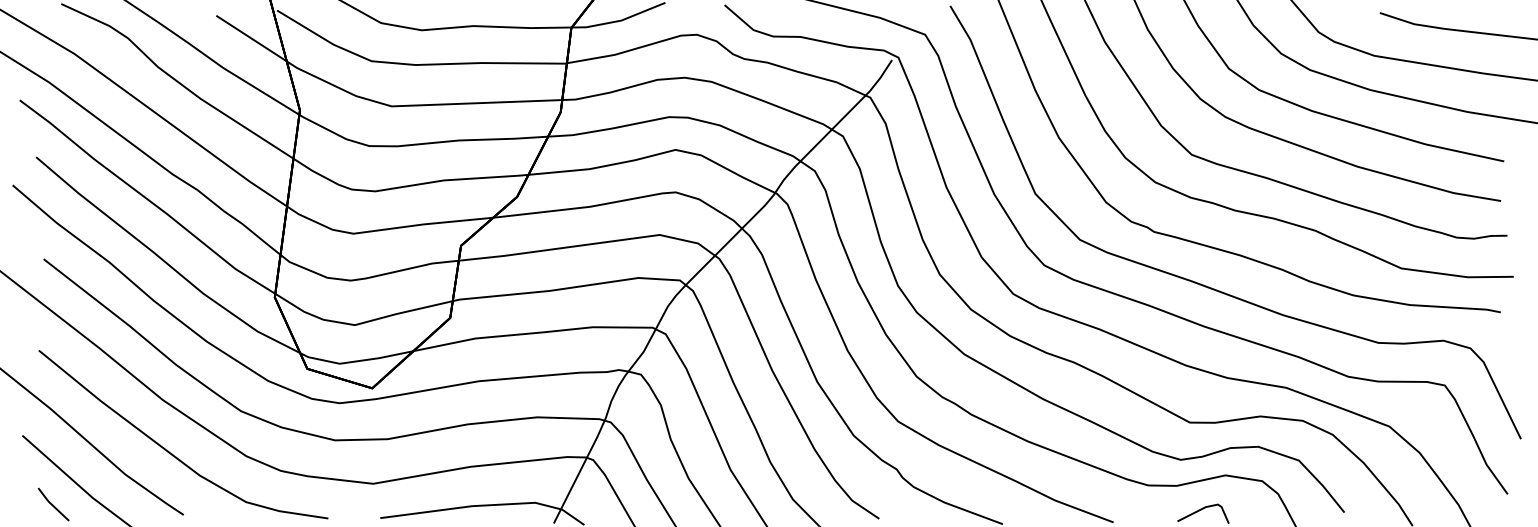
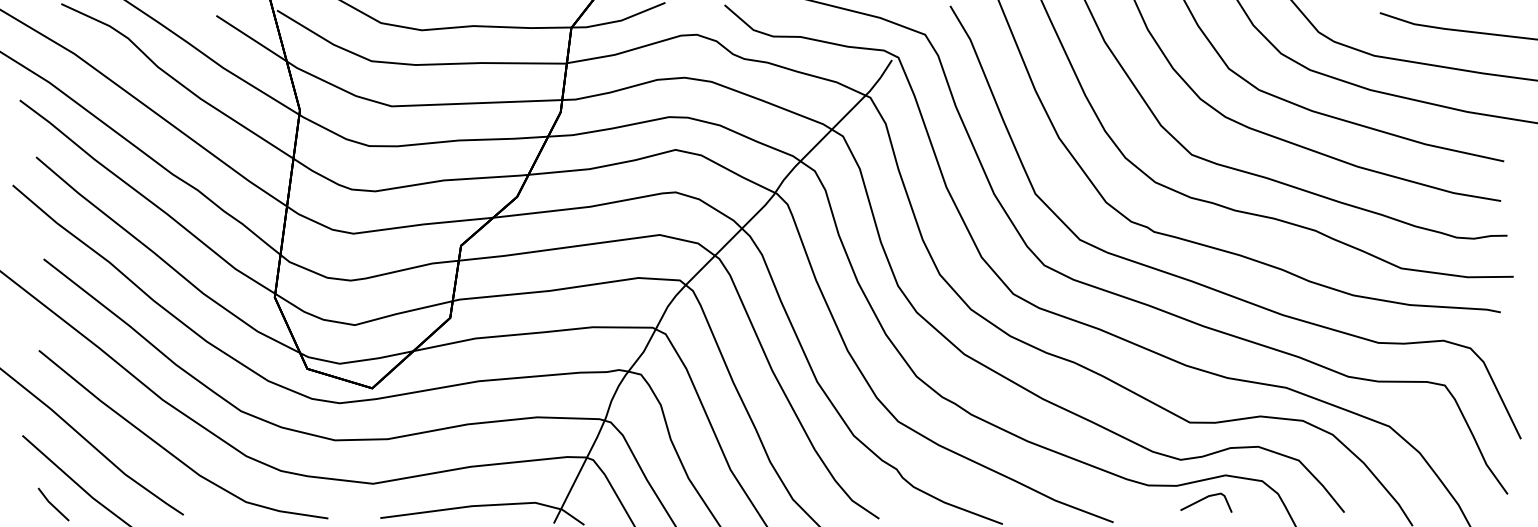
line at (1201, 510) position: (1201, 510) -> (1204, 499)
